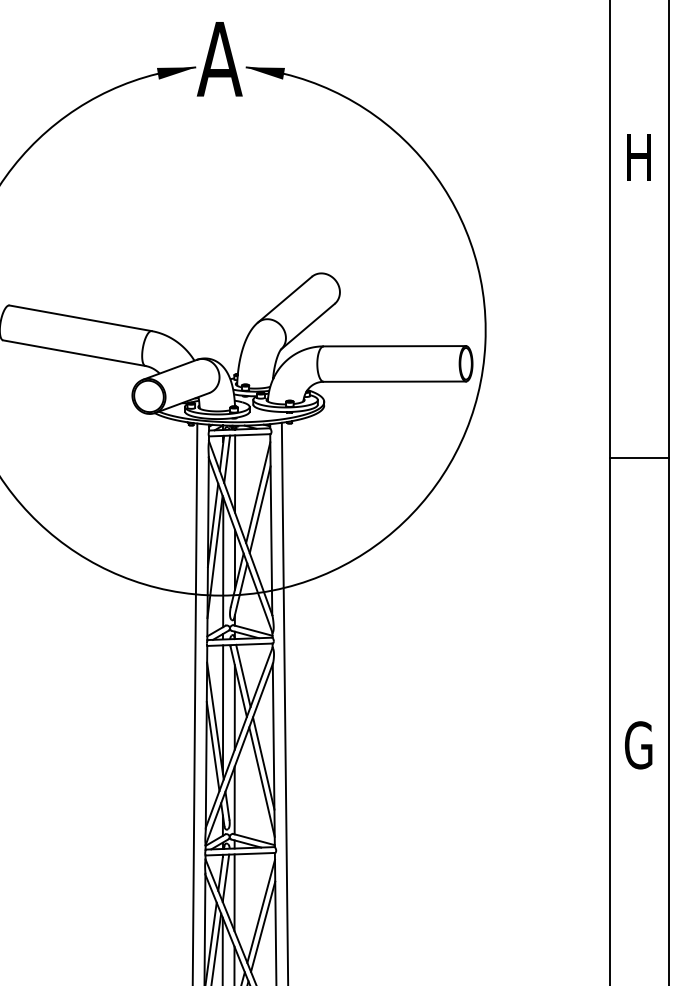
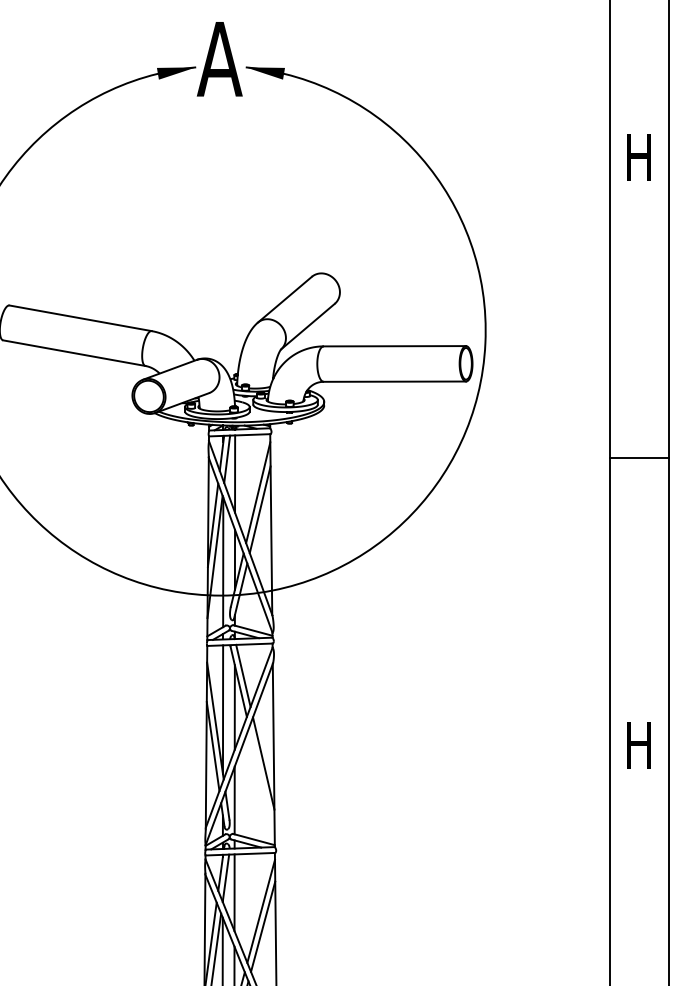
line at (194, 702): present -> none
line at (284, 702): present -> none
text at (638, 745): G -> H
line at (261, 781): present -> none
